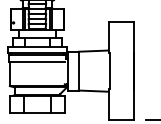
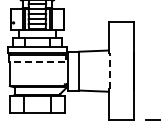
line at (36, 62): solid -> dashed
line at (110, 70): solid -> dashed
